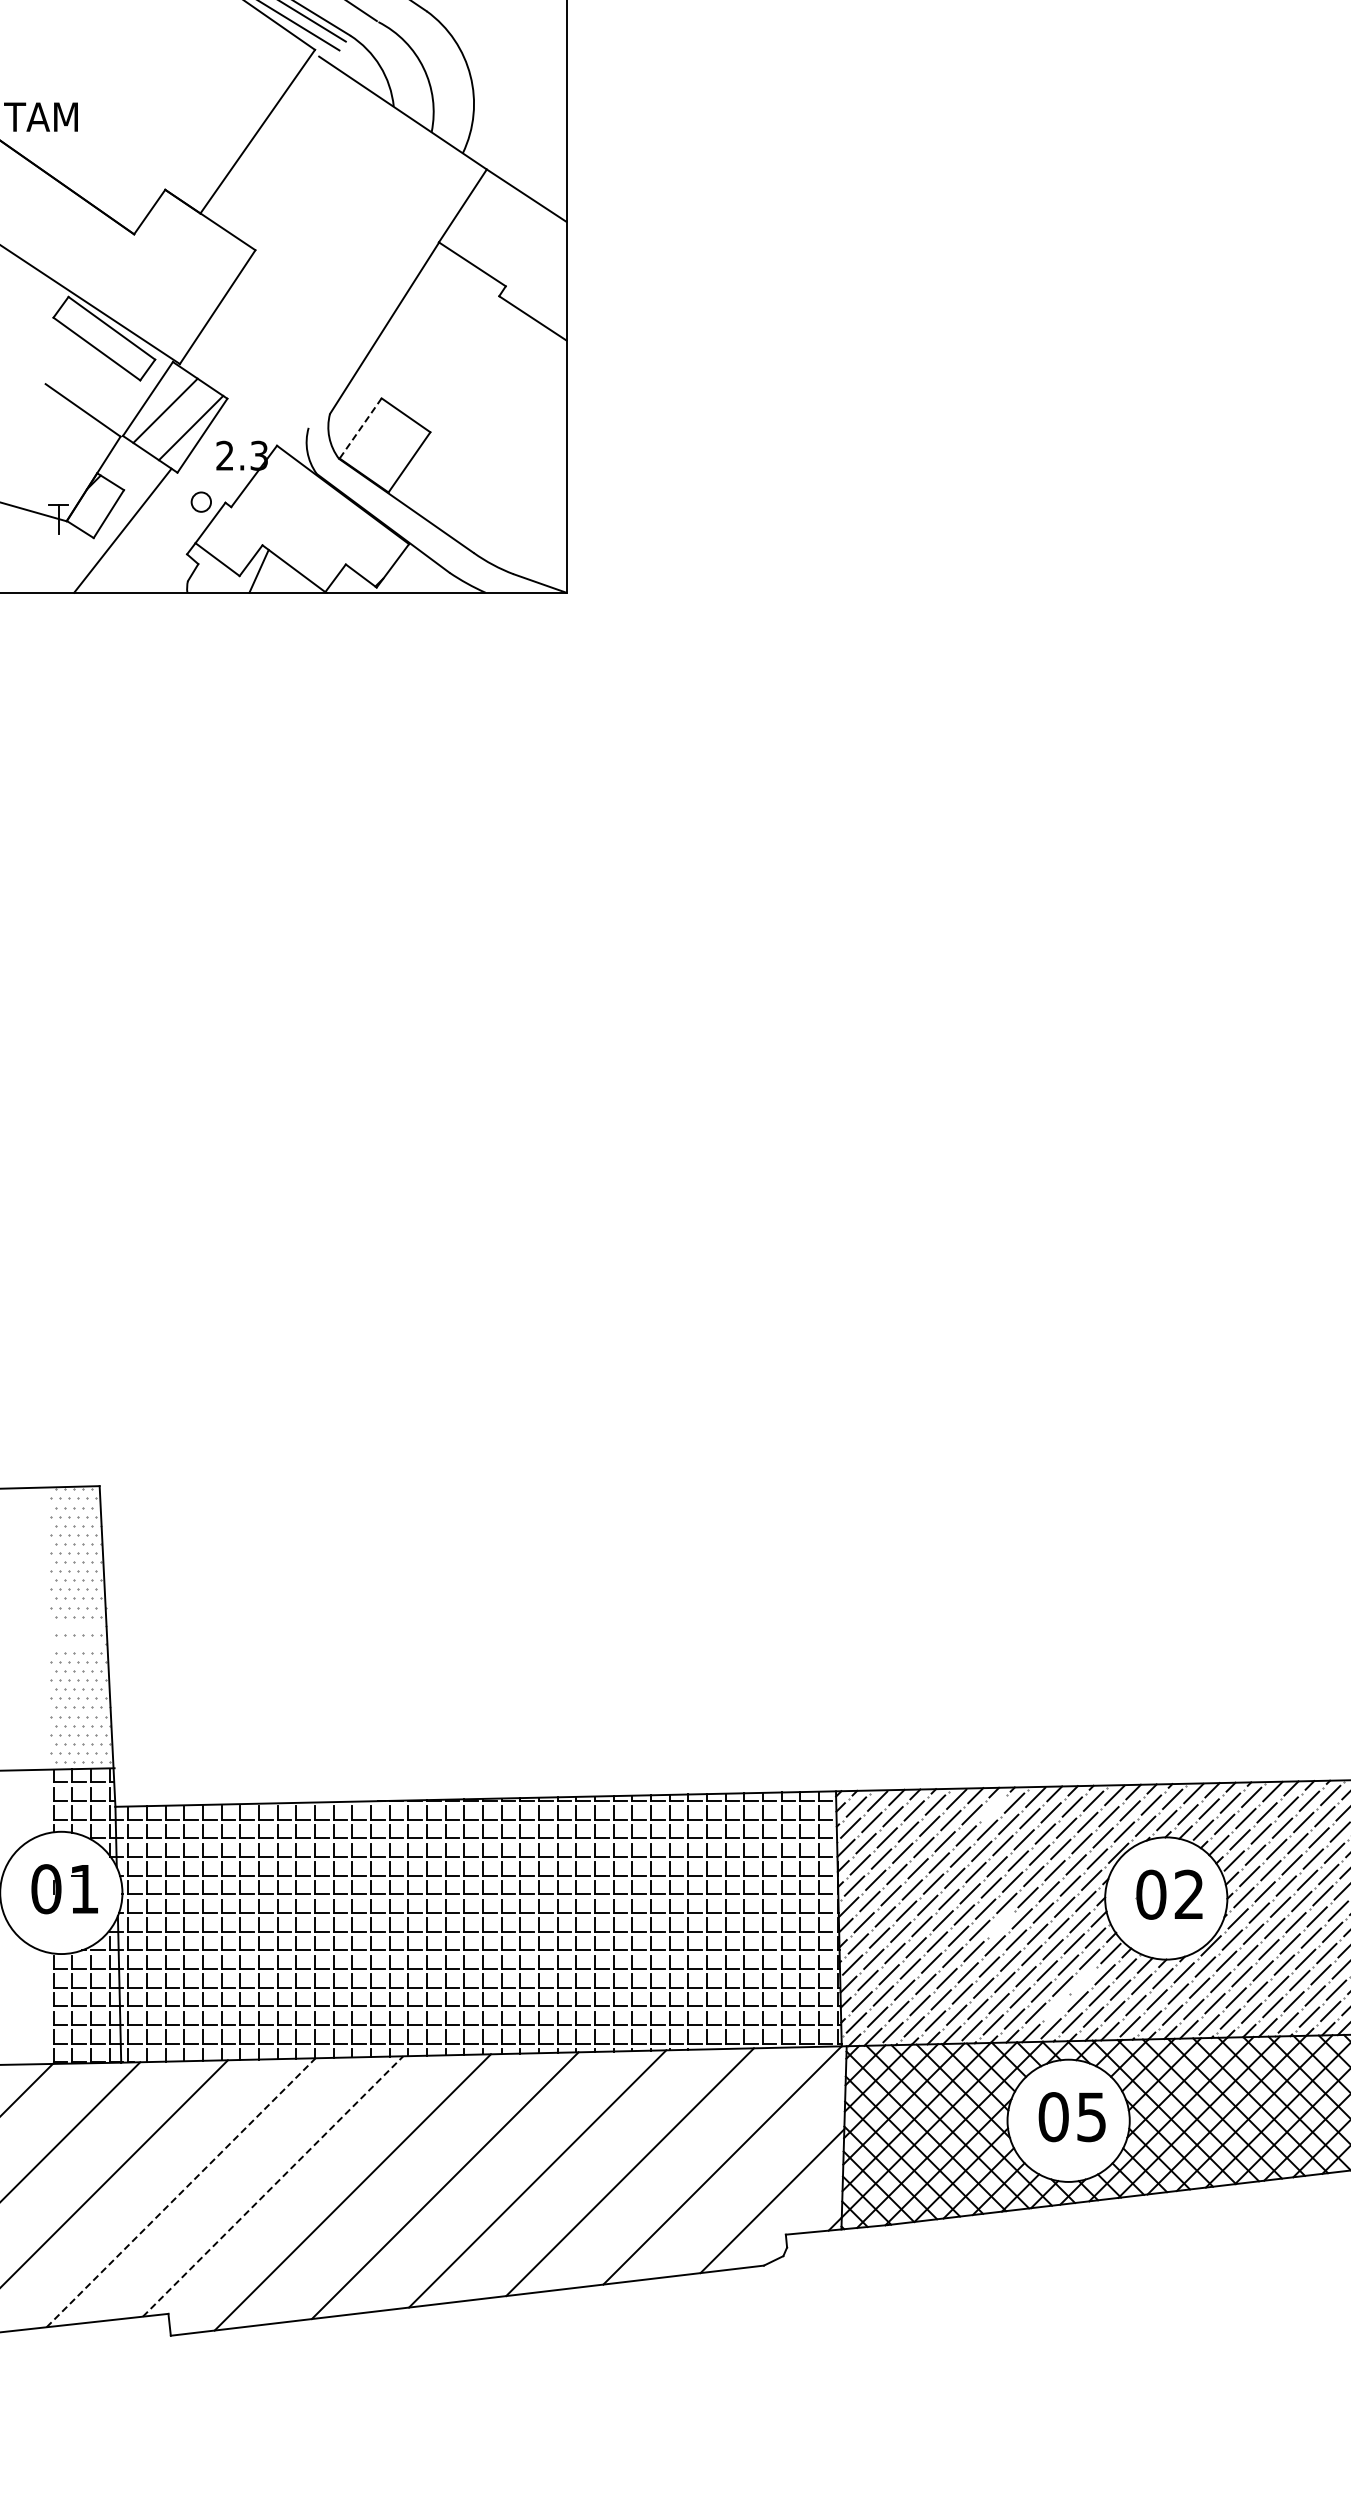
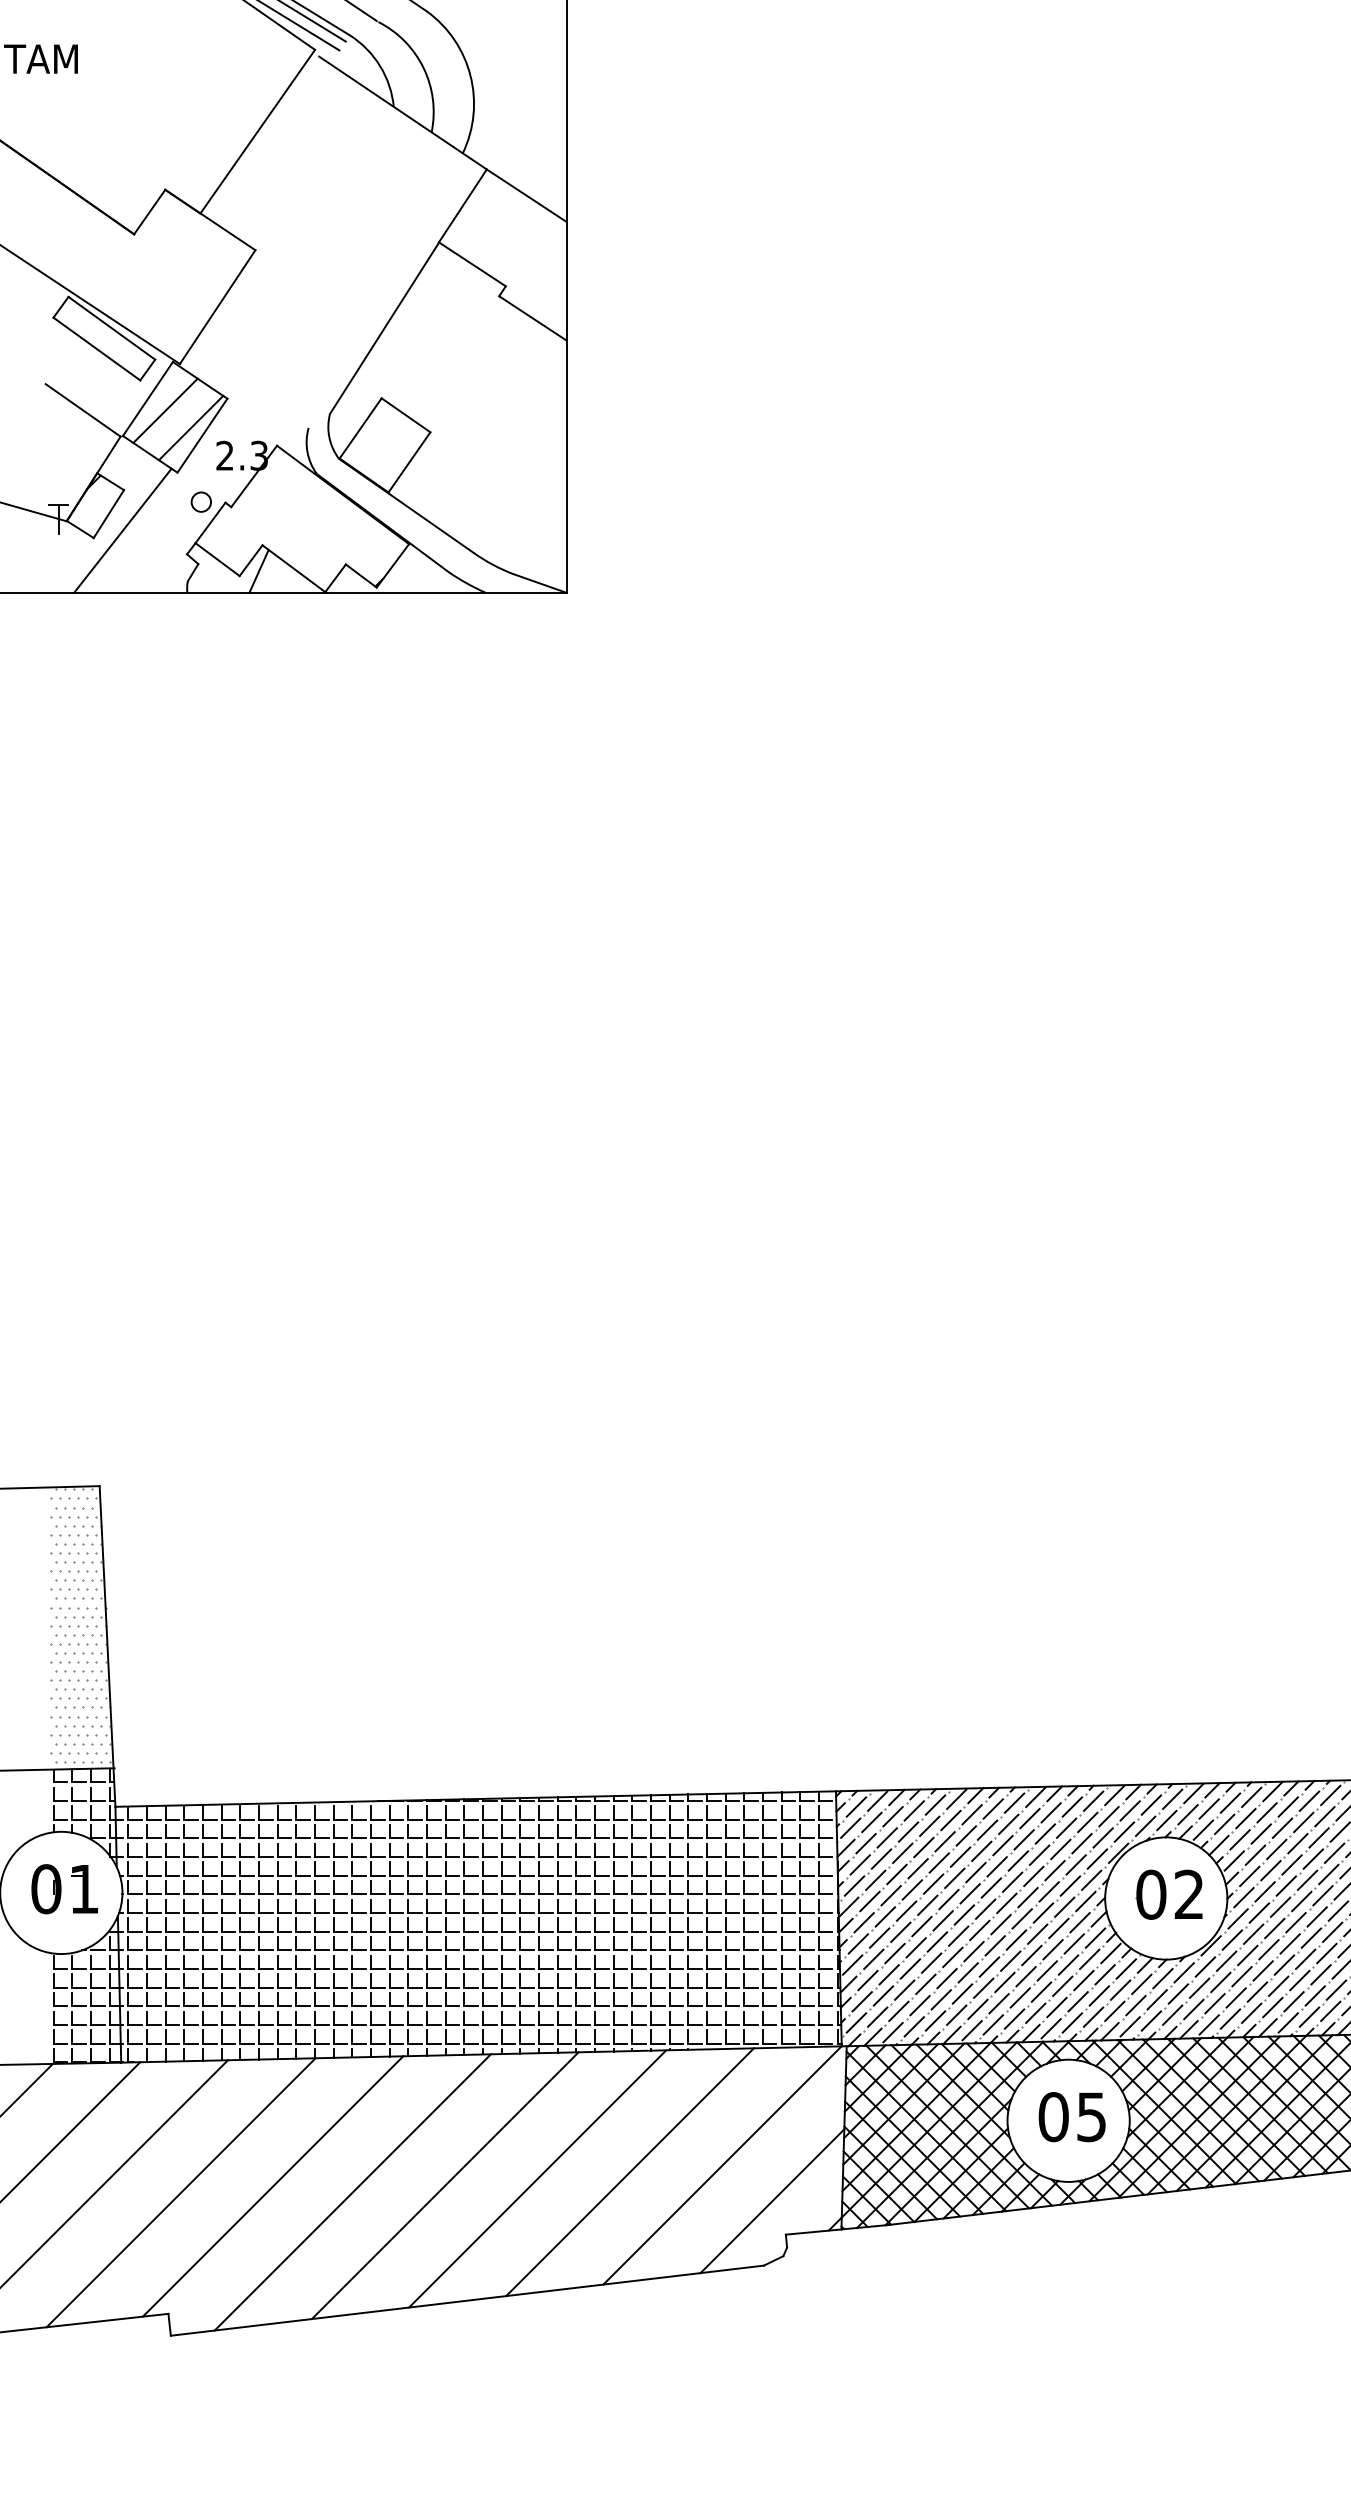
text at (40, 116) position: (40, 116) -> (40, 58)
line at (360, 428): dashed -> solid
part at (73, 1626): none -> present
part at (73, 1644): none -> present
line at (992, 1808): none -> present
line at (1000, 1924): none -> present
line at (1083, 1980): none -> present
line at (1056, 2007): none -> present
line at (273, 2186): dashed -> solid
line at (181, 2192): dashed -> solid
